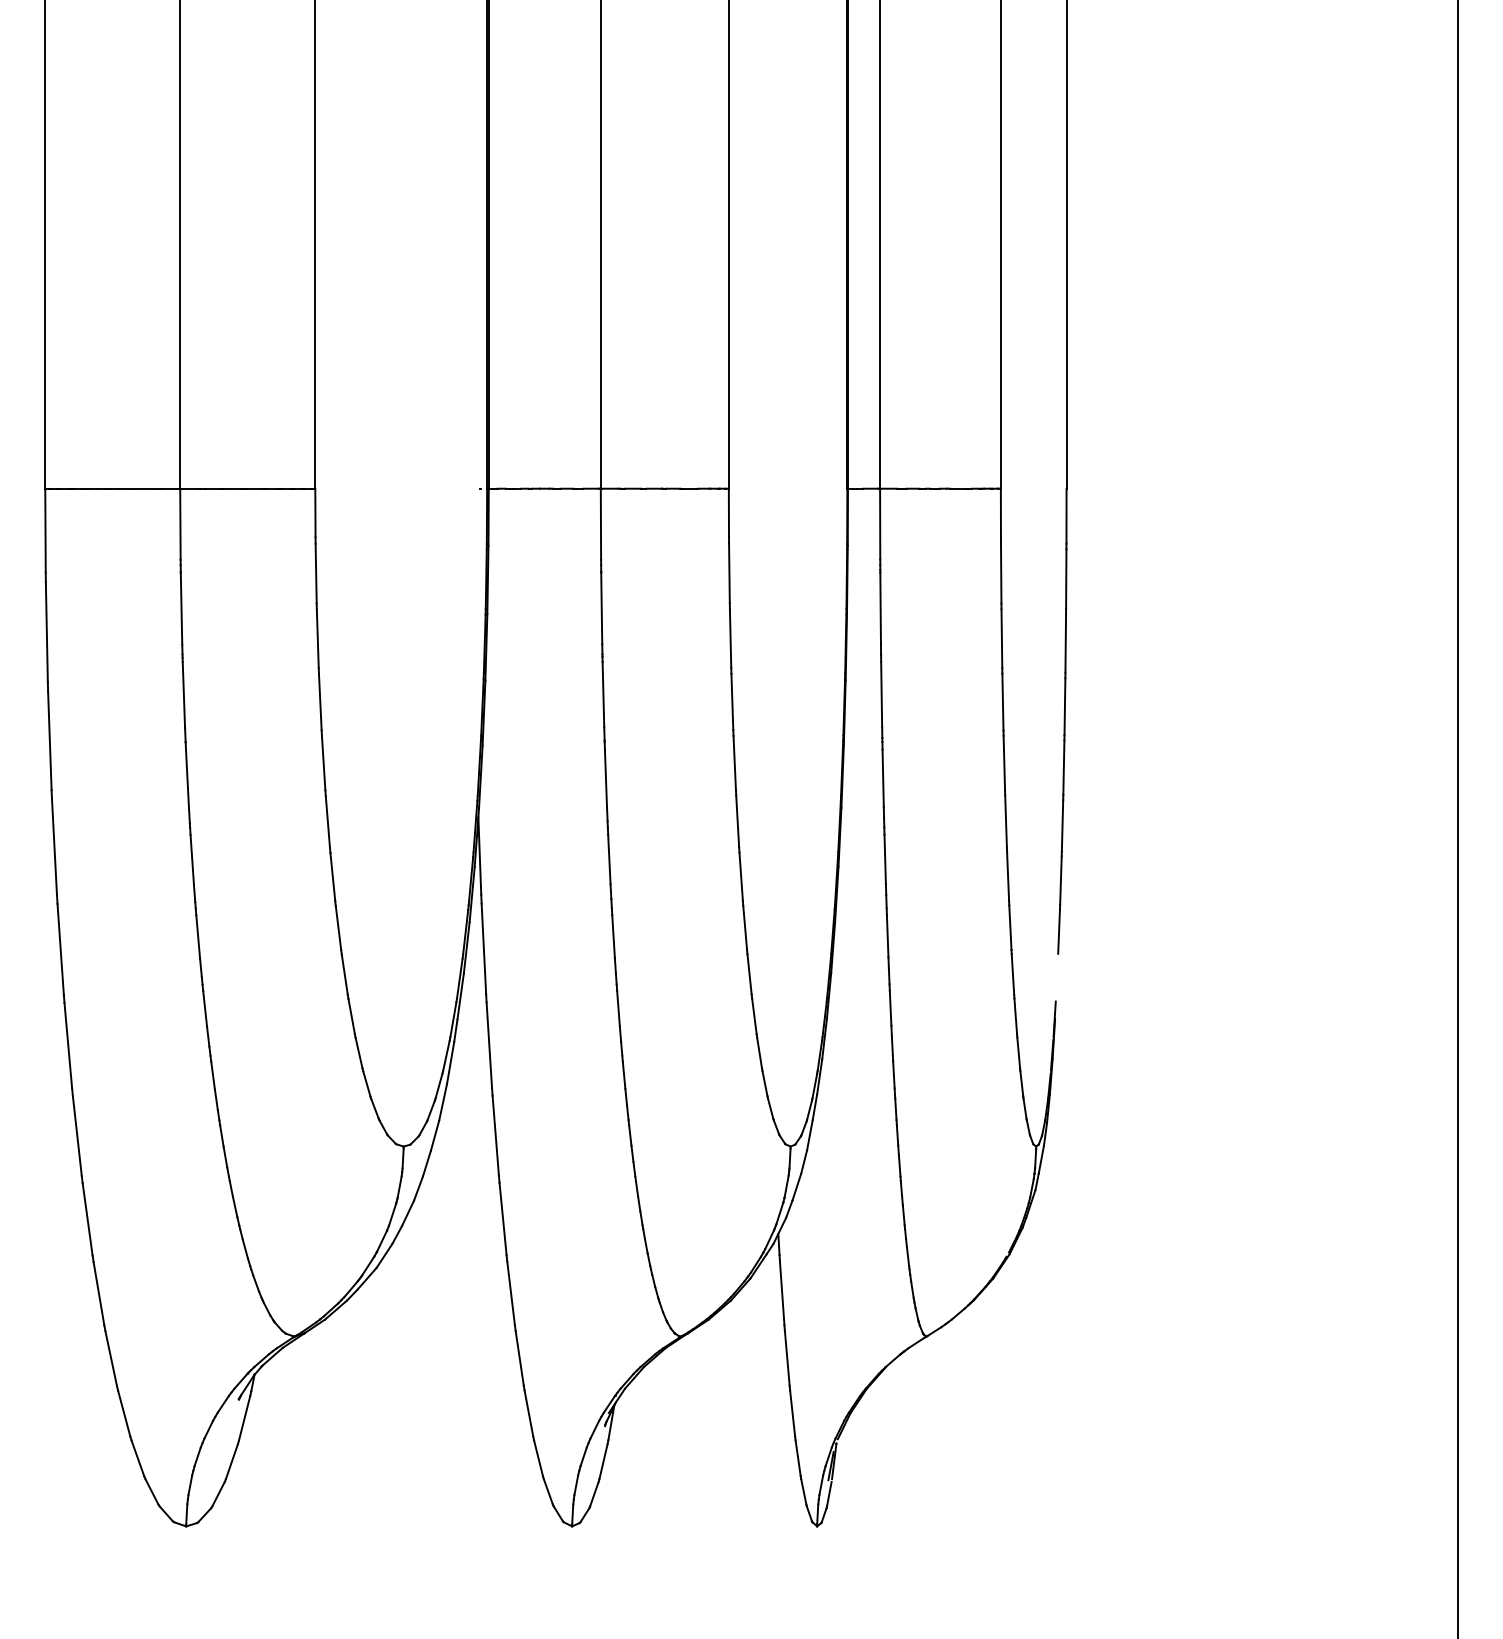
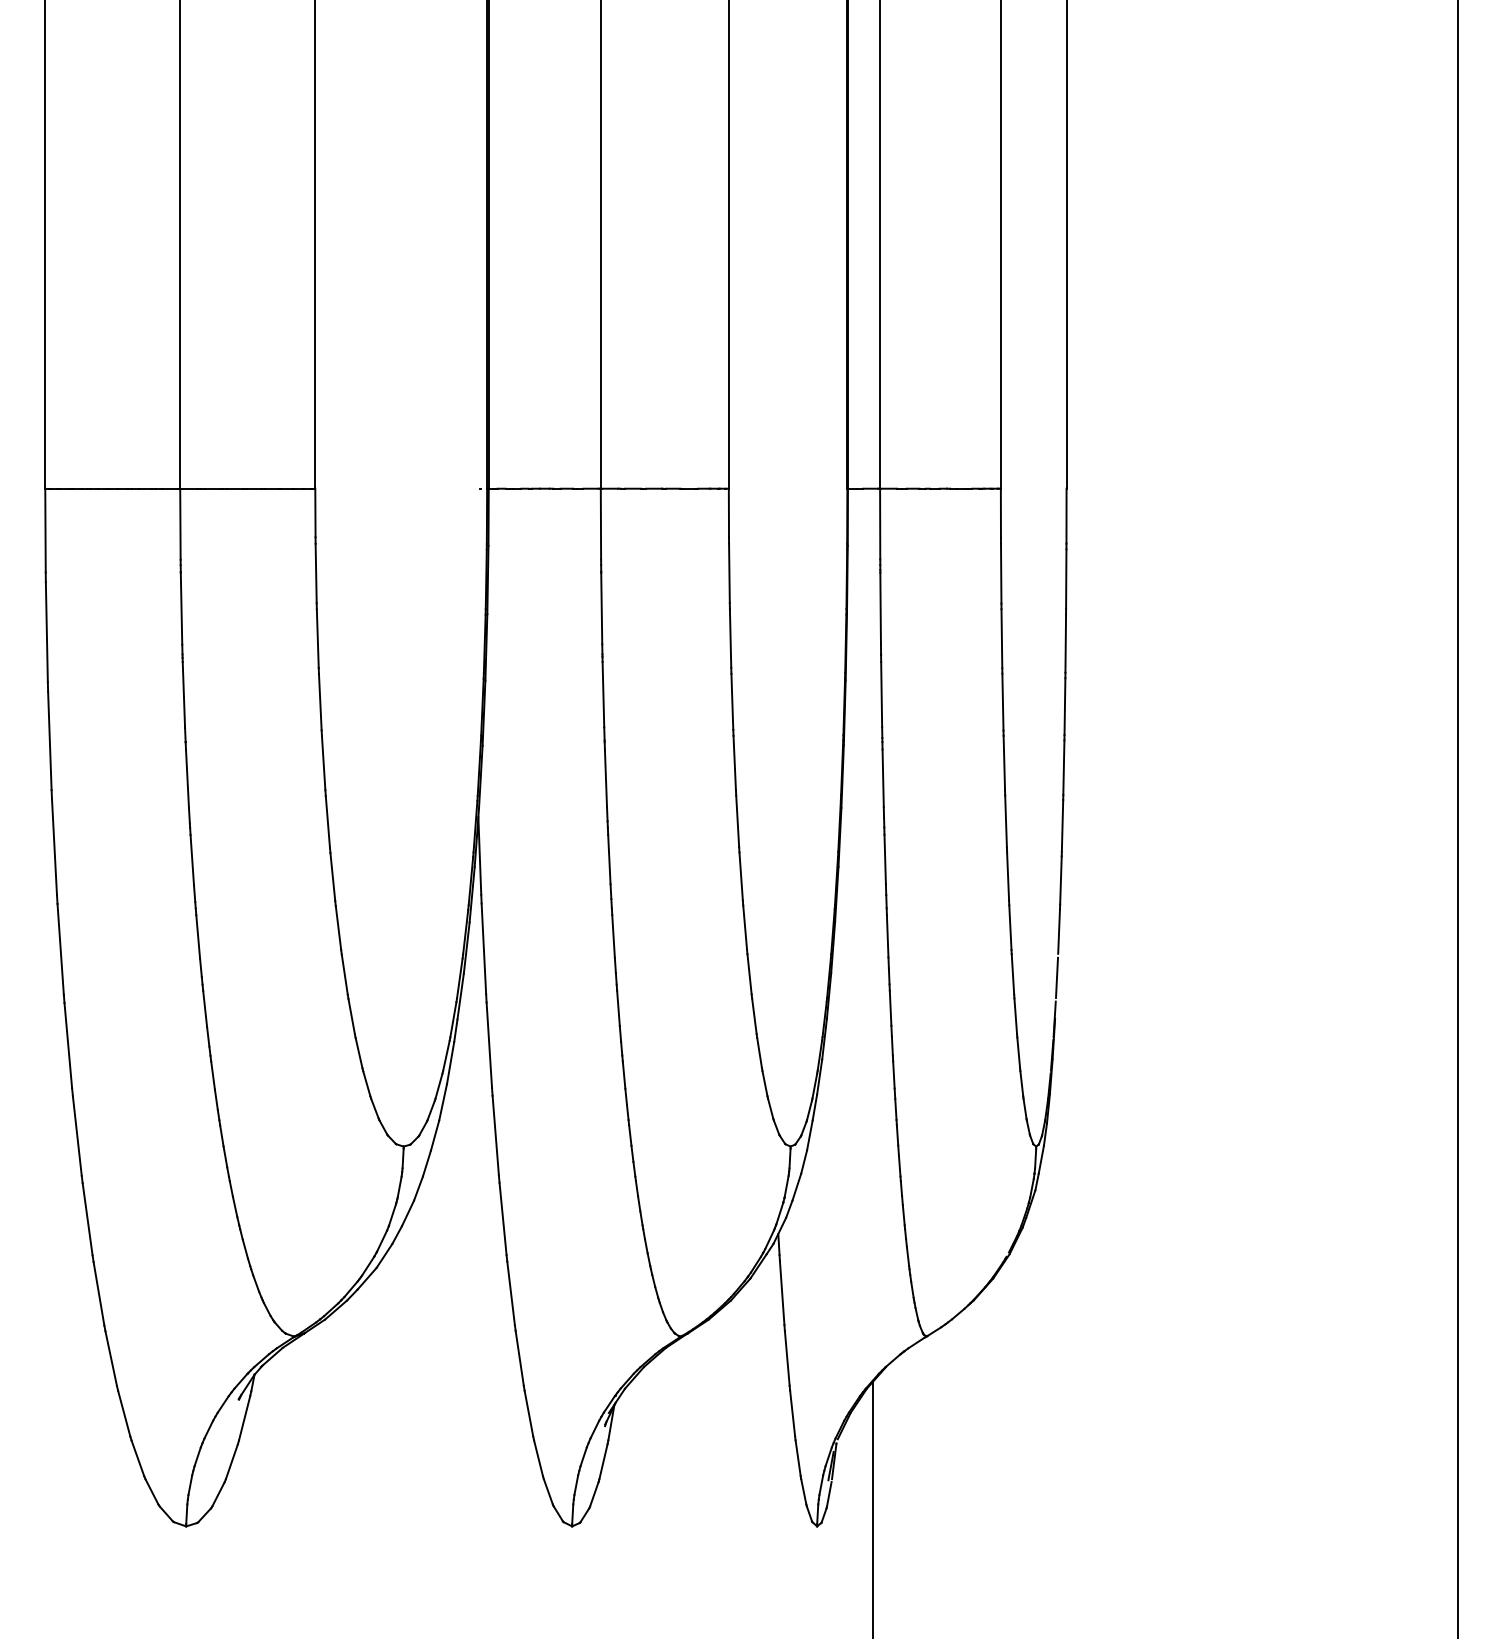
line at (1056, 977): none -> present
line at (872, 1508): none -> present
